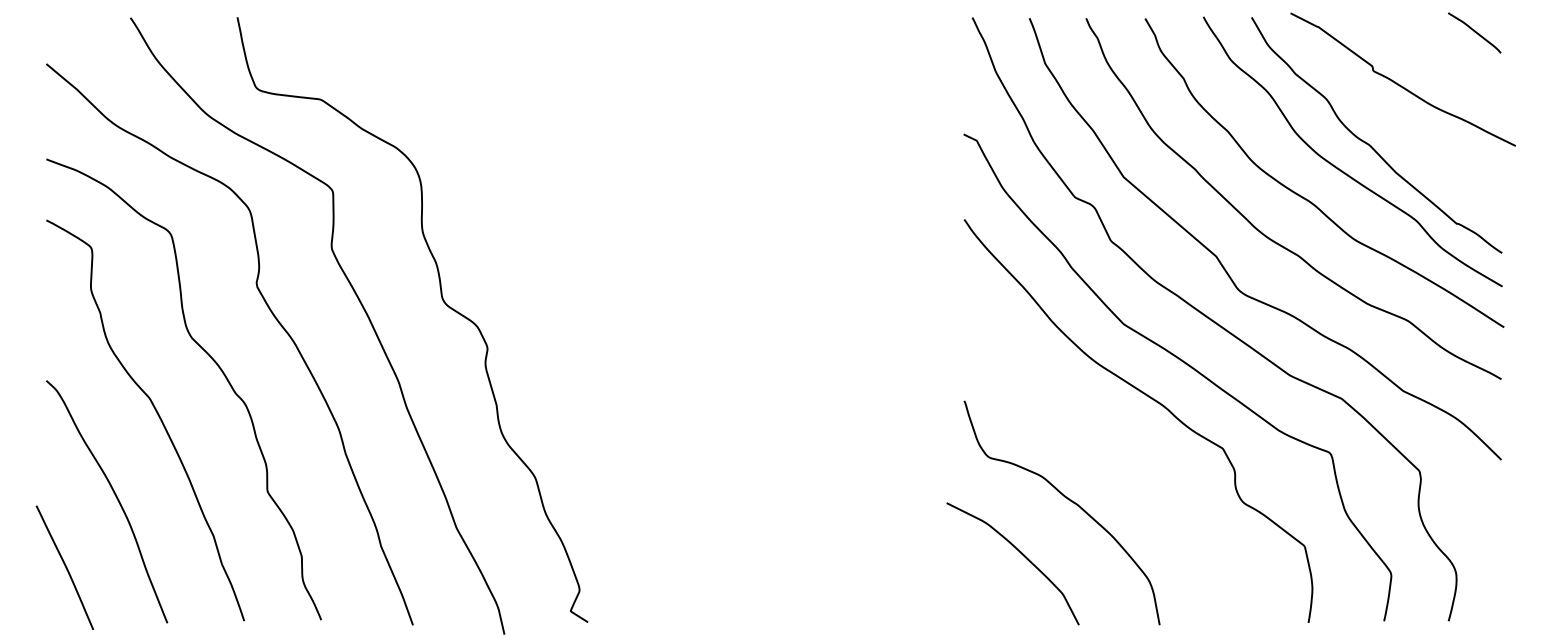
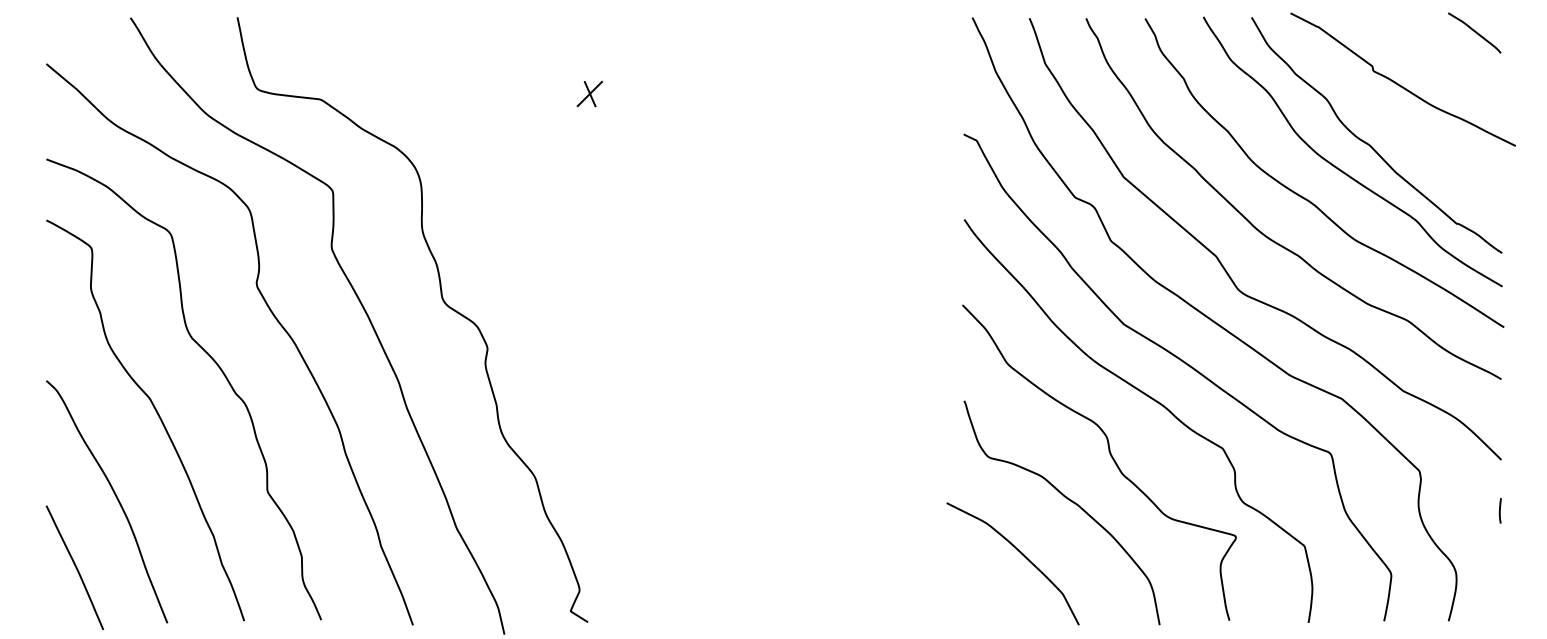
part at (589, 94): none -> present
curve at (1110, 456): none -> present
line at (1499, 510): none -> present
curve at (64, 566) position: (64, 566) -> (74, 566)
